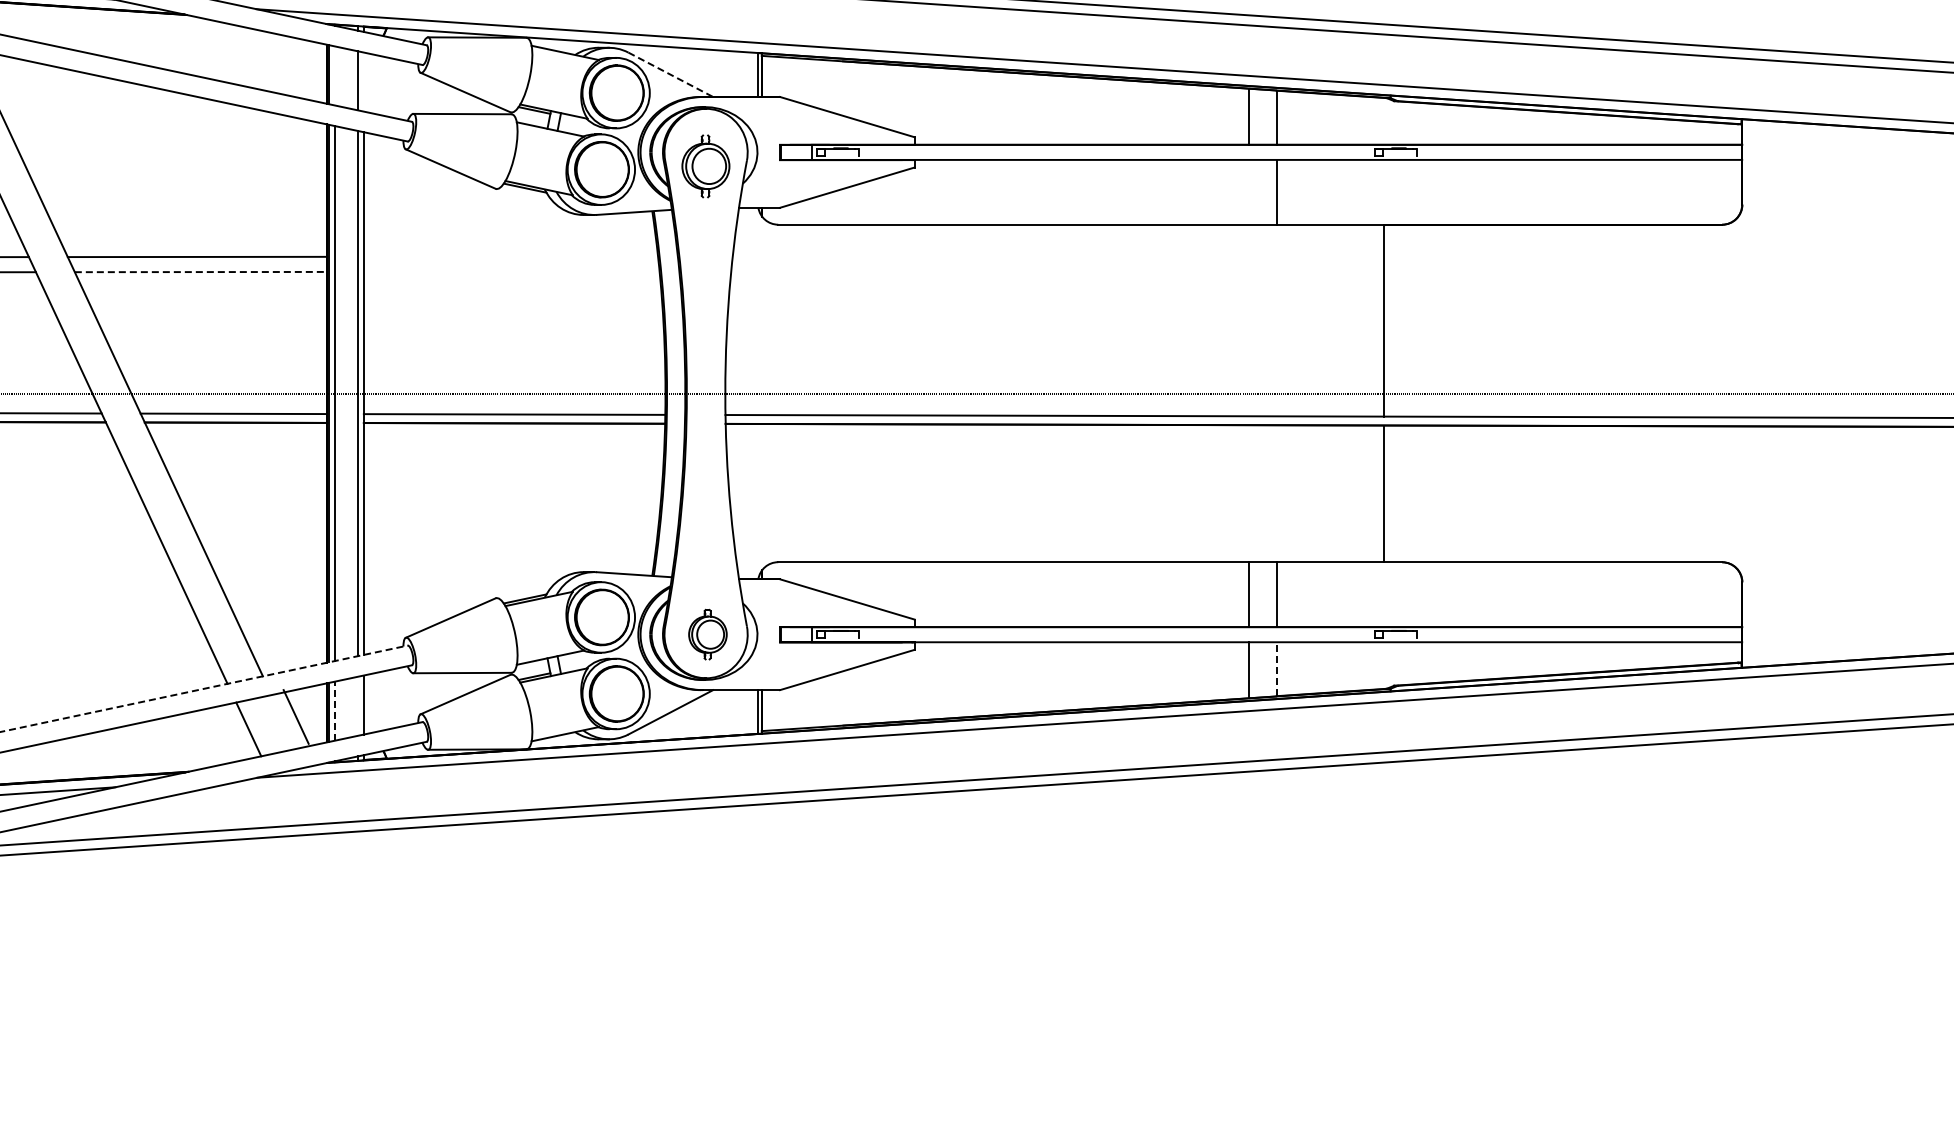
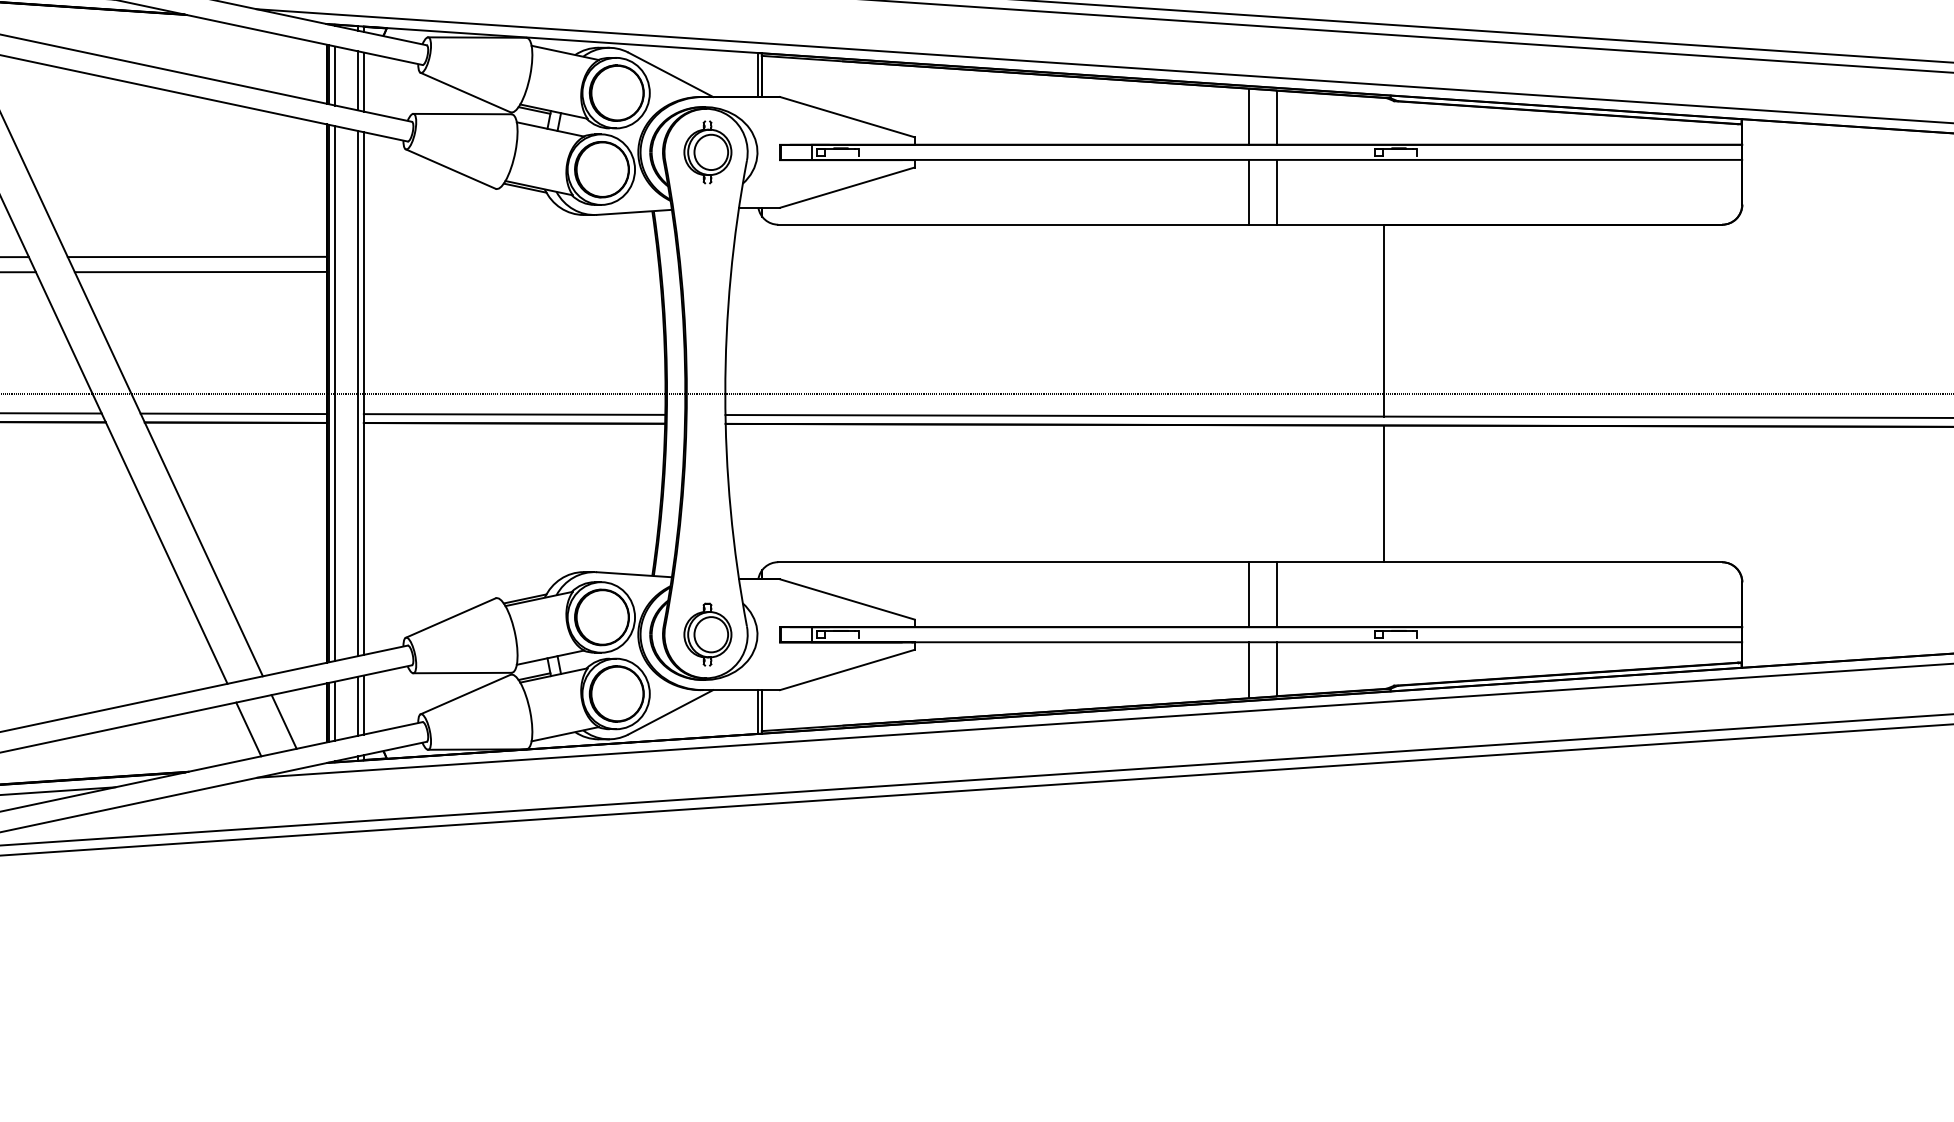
line at (670, 74): dashed -> solid
line at (335, 75): none -> present
line at (363, 81): none -> present
part at (705, 166) position: (705, 166) -> (707, 152)
line at (1249, 191): none -> present
line at (201, 272): dashed -> solid
part at (707, 634) size: 40x53 px -> 50x65 px
line at (1276, 668): dashed -> solid
line at (204, 688): dashed -> solid
line at (357, 705): none -> present
line at (335, 711): dashed -> solid
line at (295, 716) position: (295, 716) -> (283, 721)
